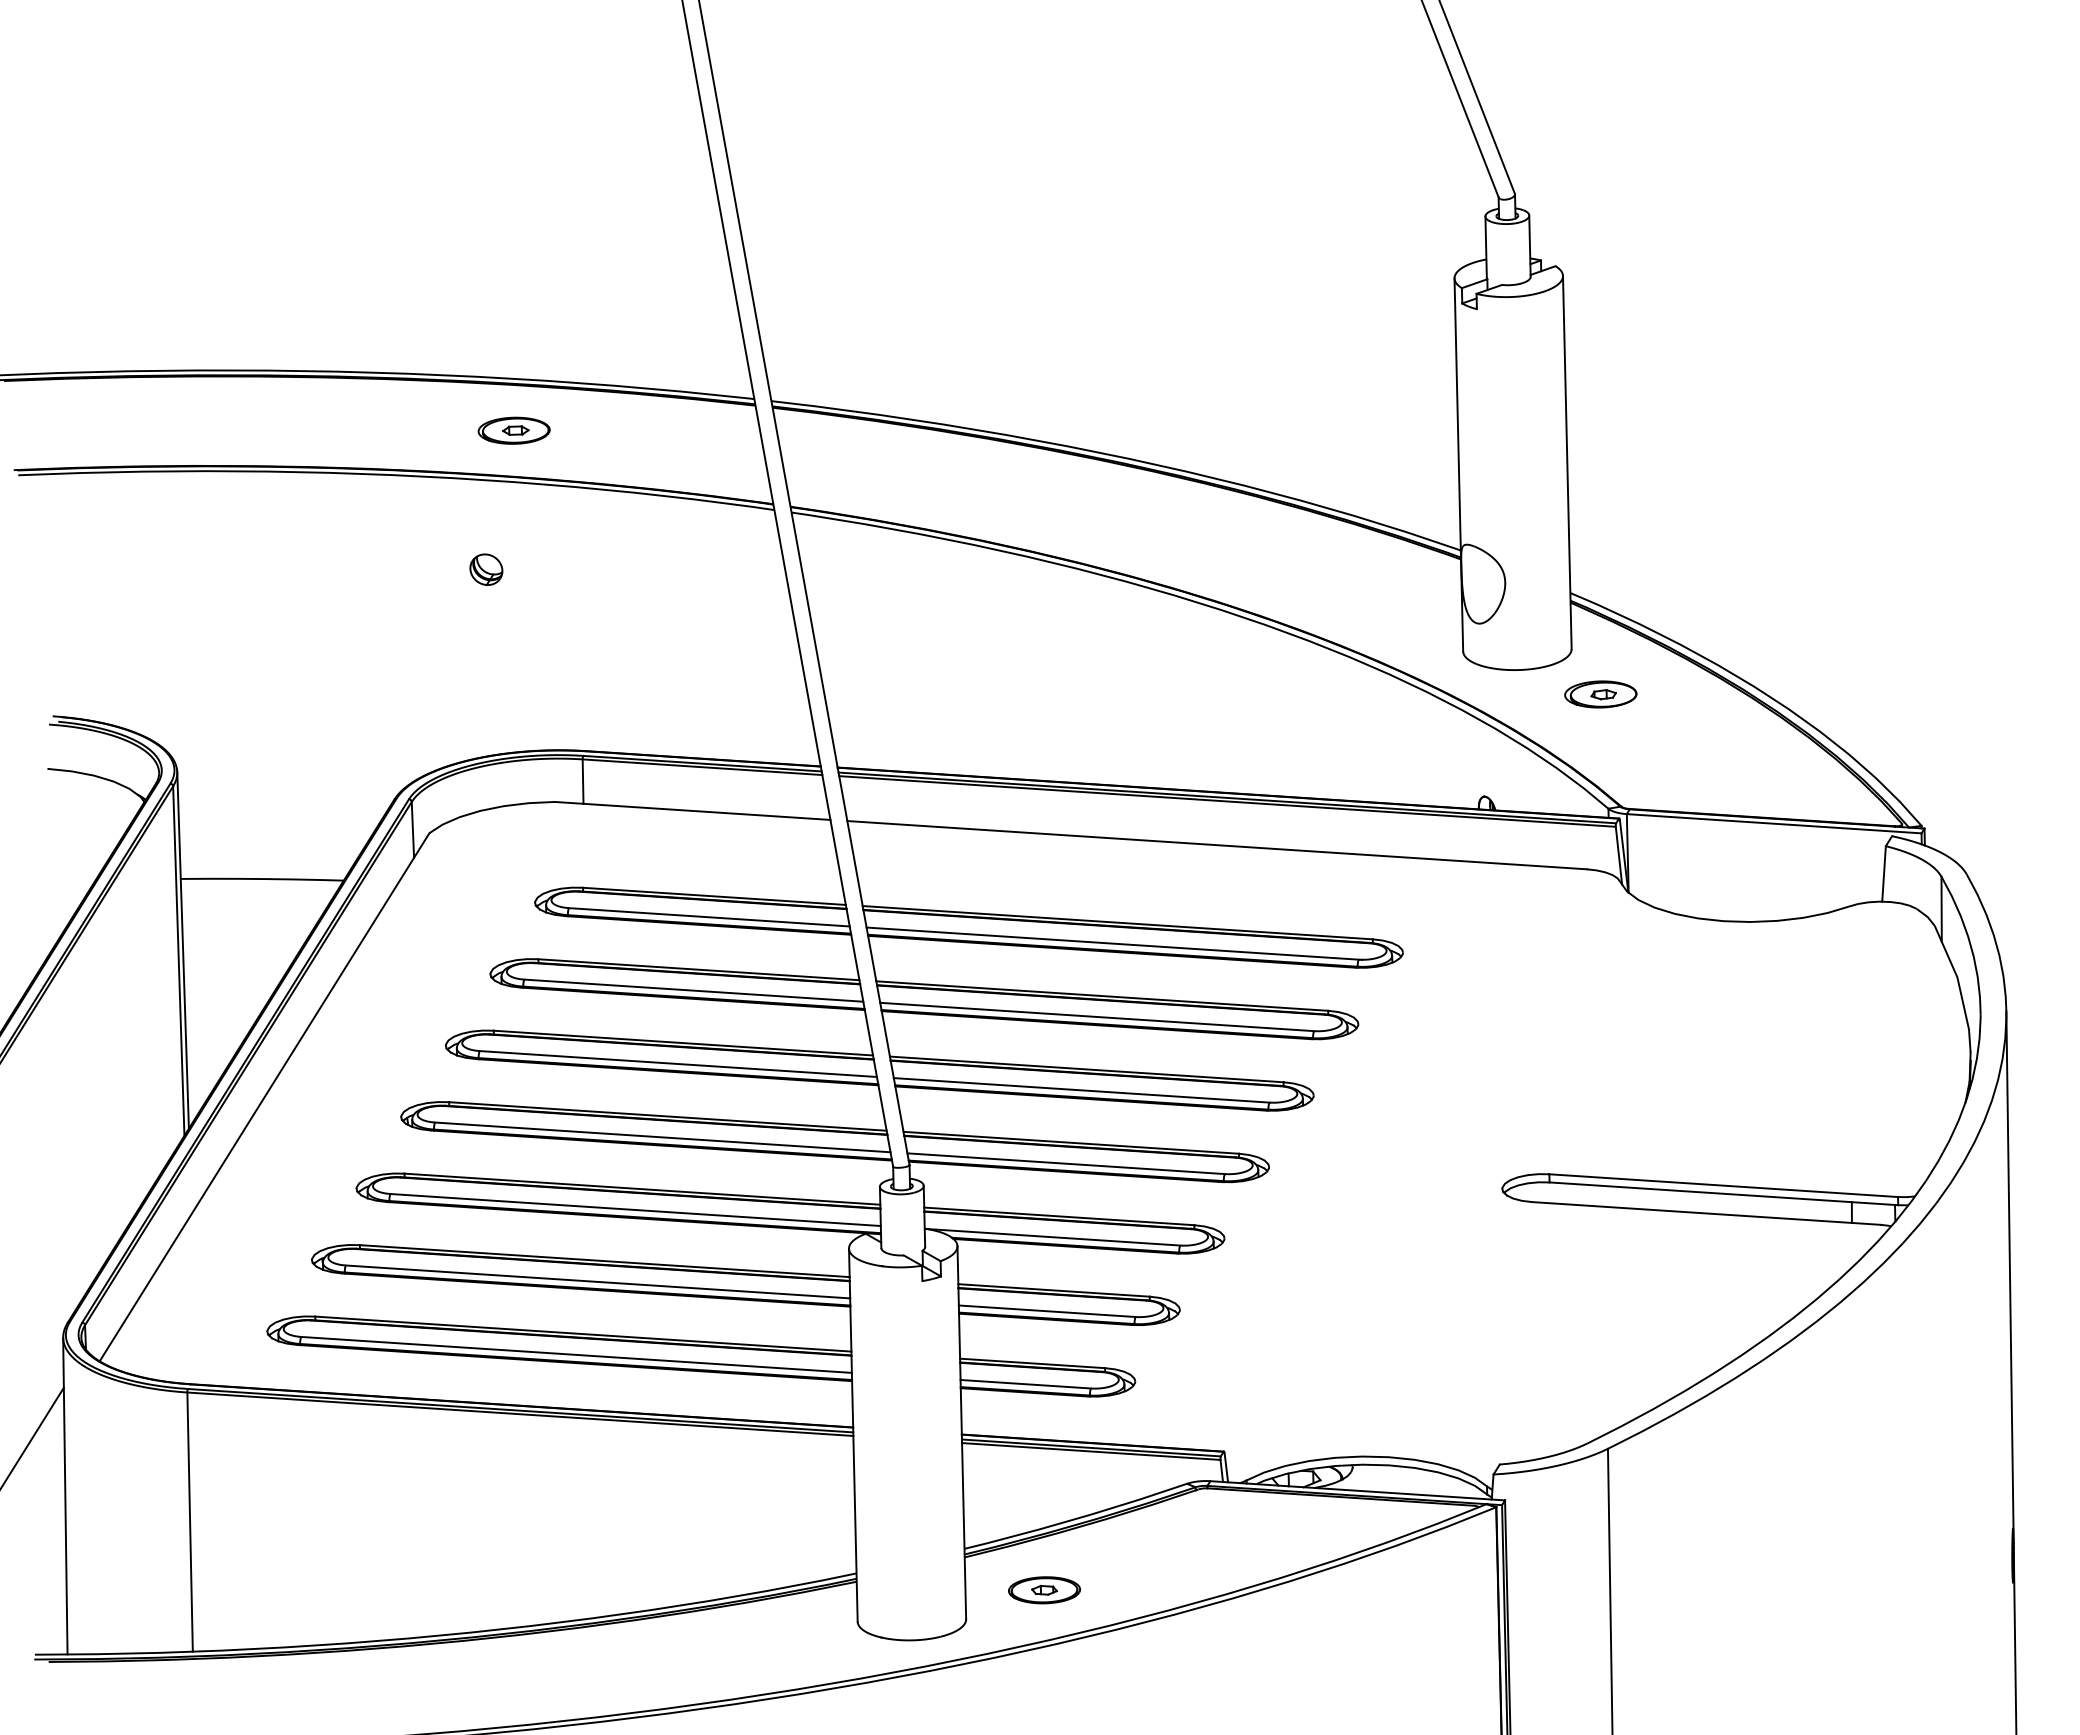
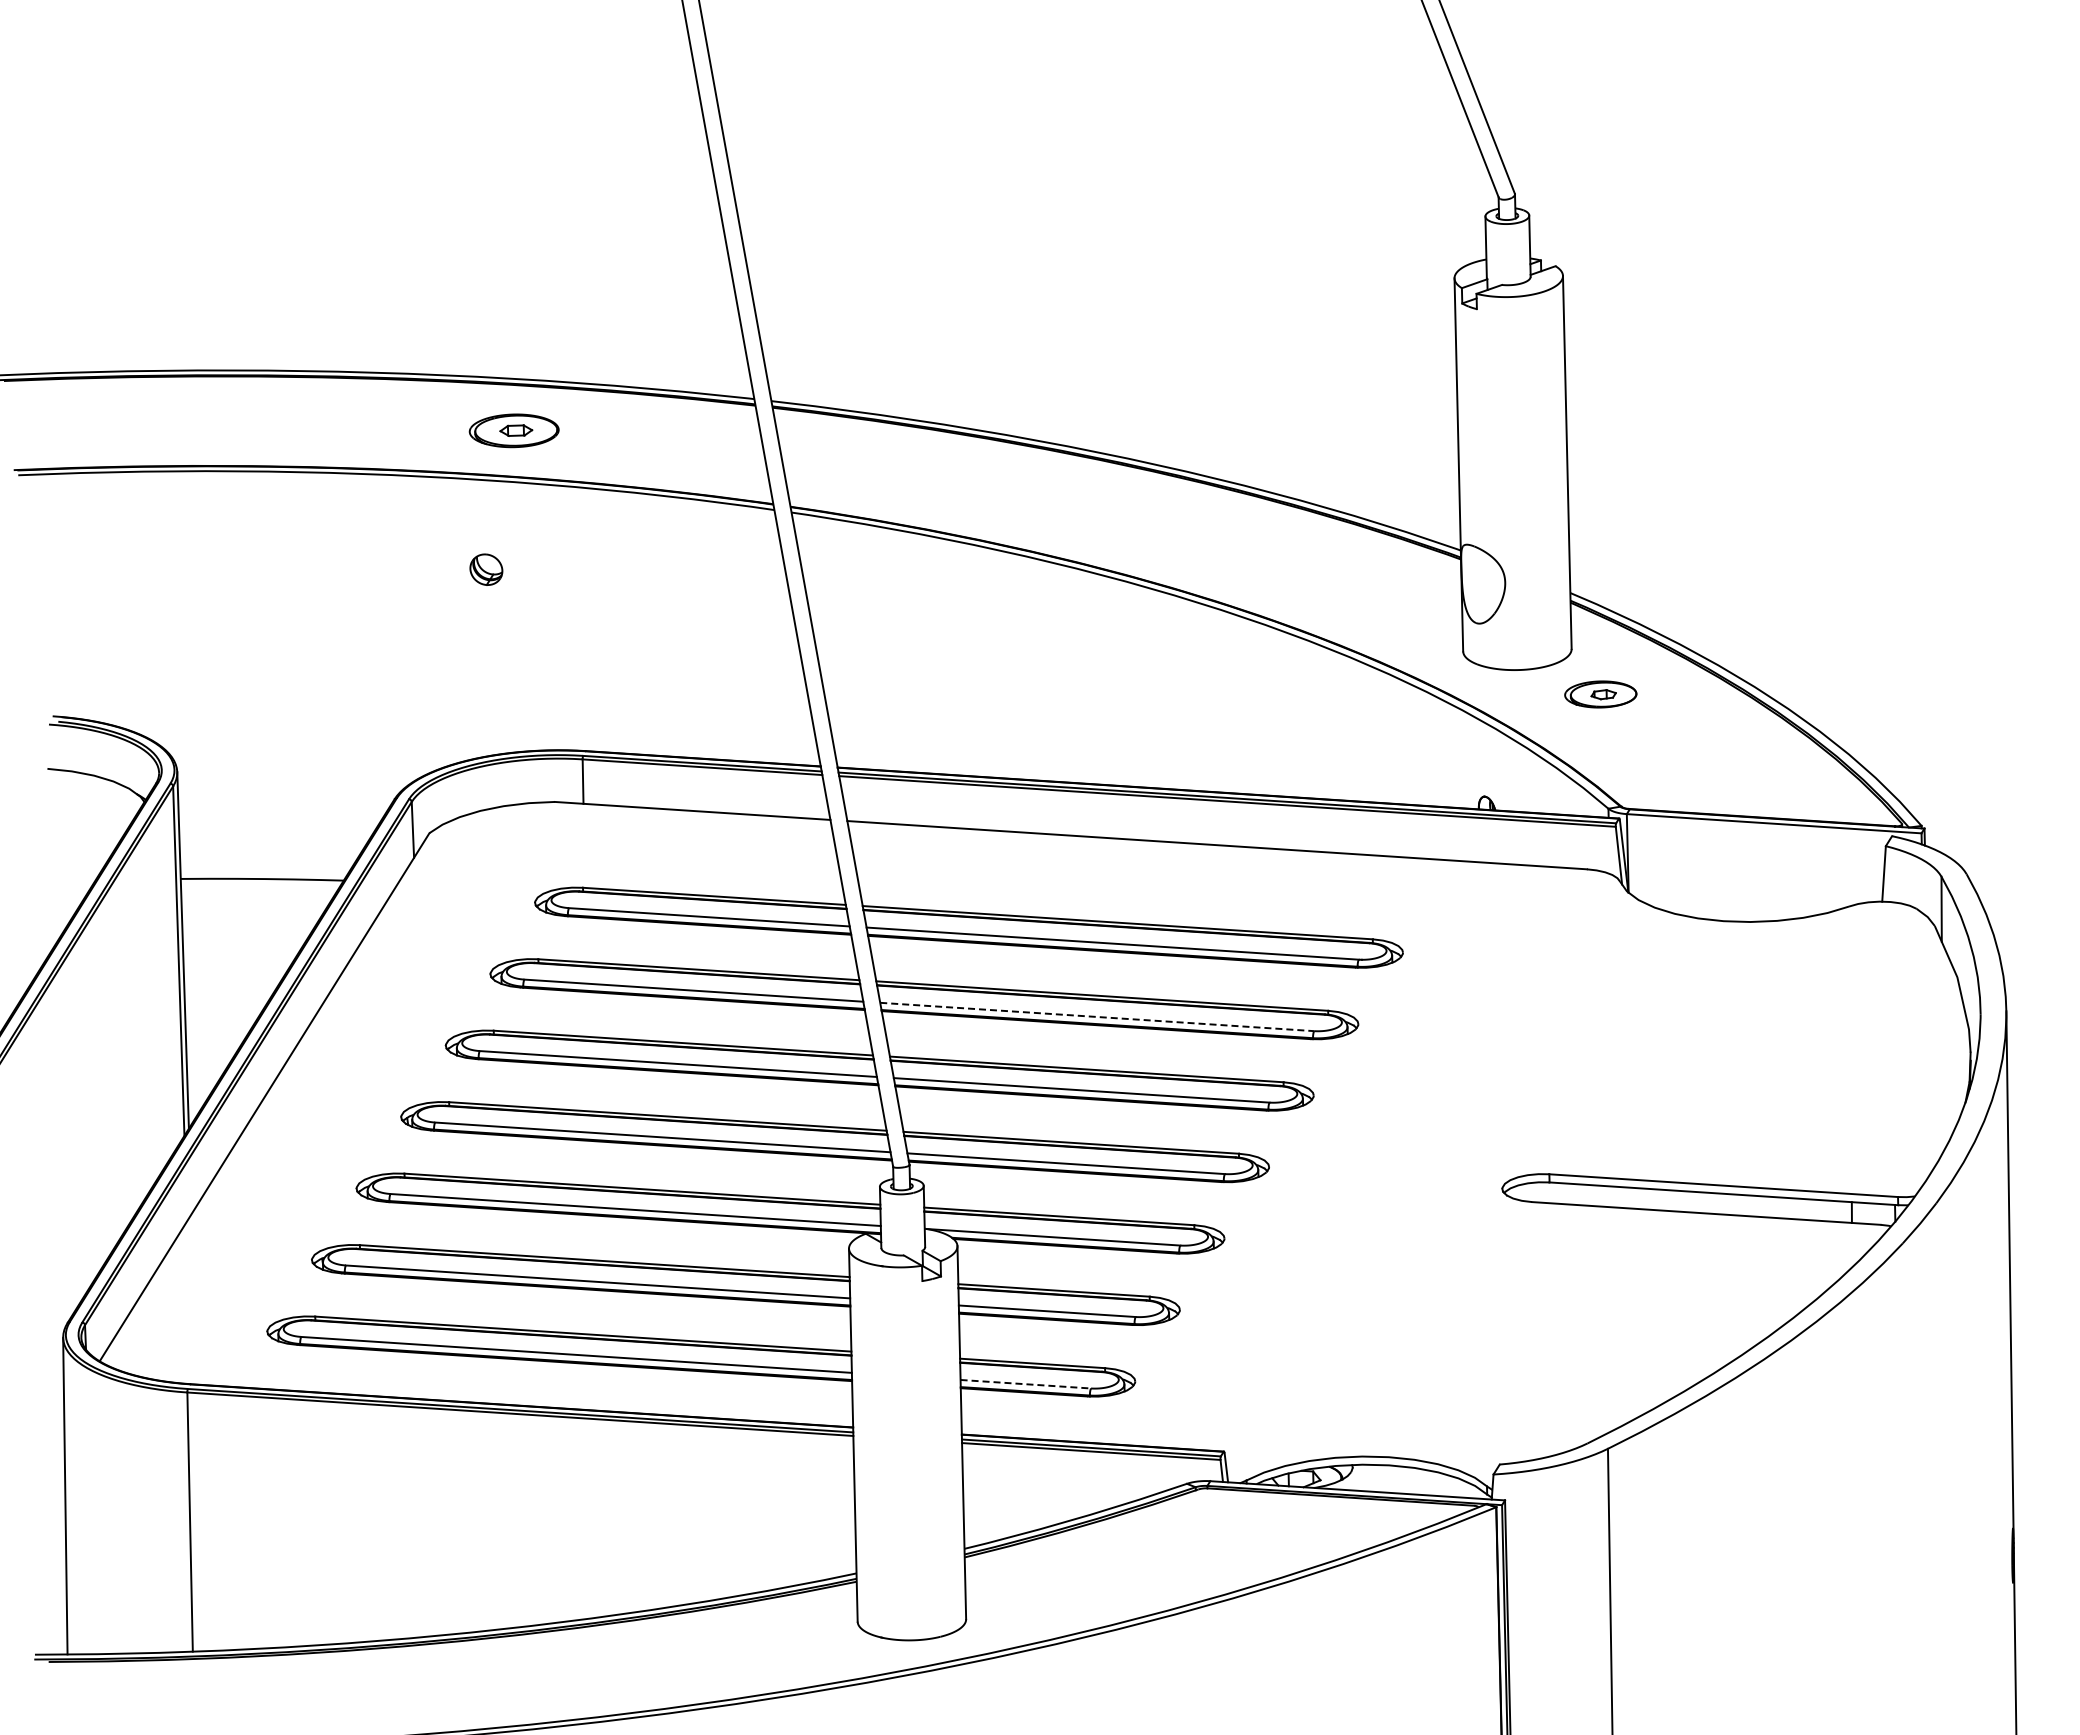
part at (513, 430) size: 74x29 px -> 92x36 px
line at (1097, 1017): solid -> dashed
line at (1026, 1384): solid -> dashed
line at (32, 1436): present -> none
part at (1044, 1590): present -> none
